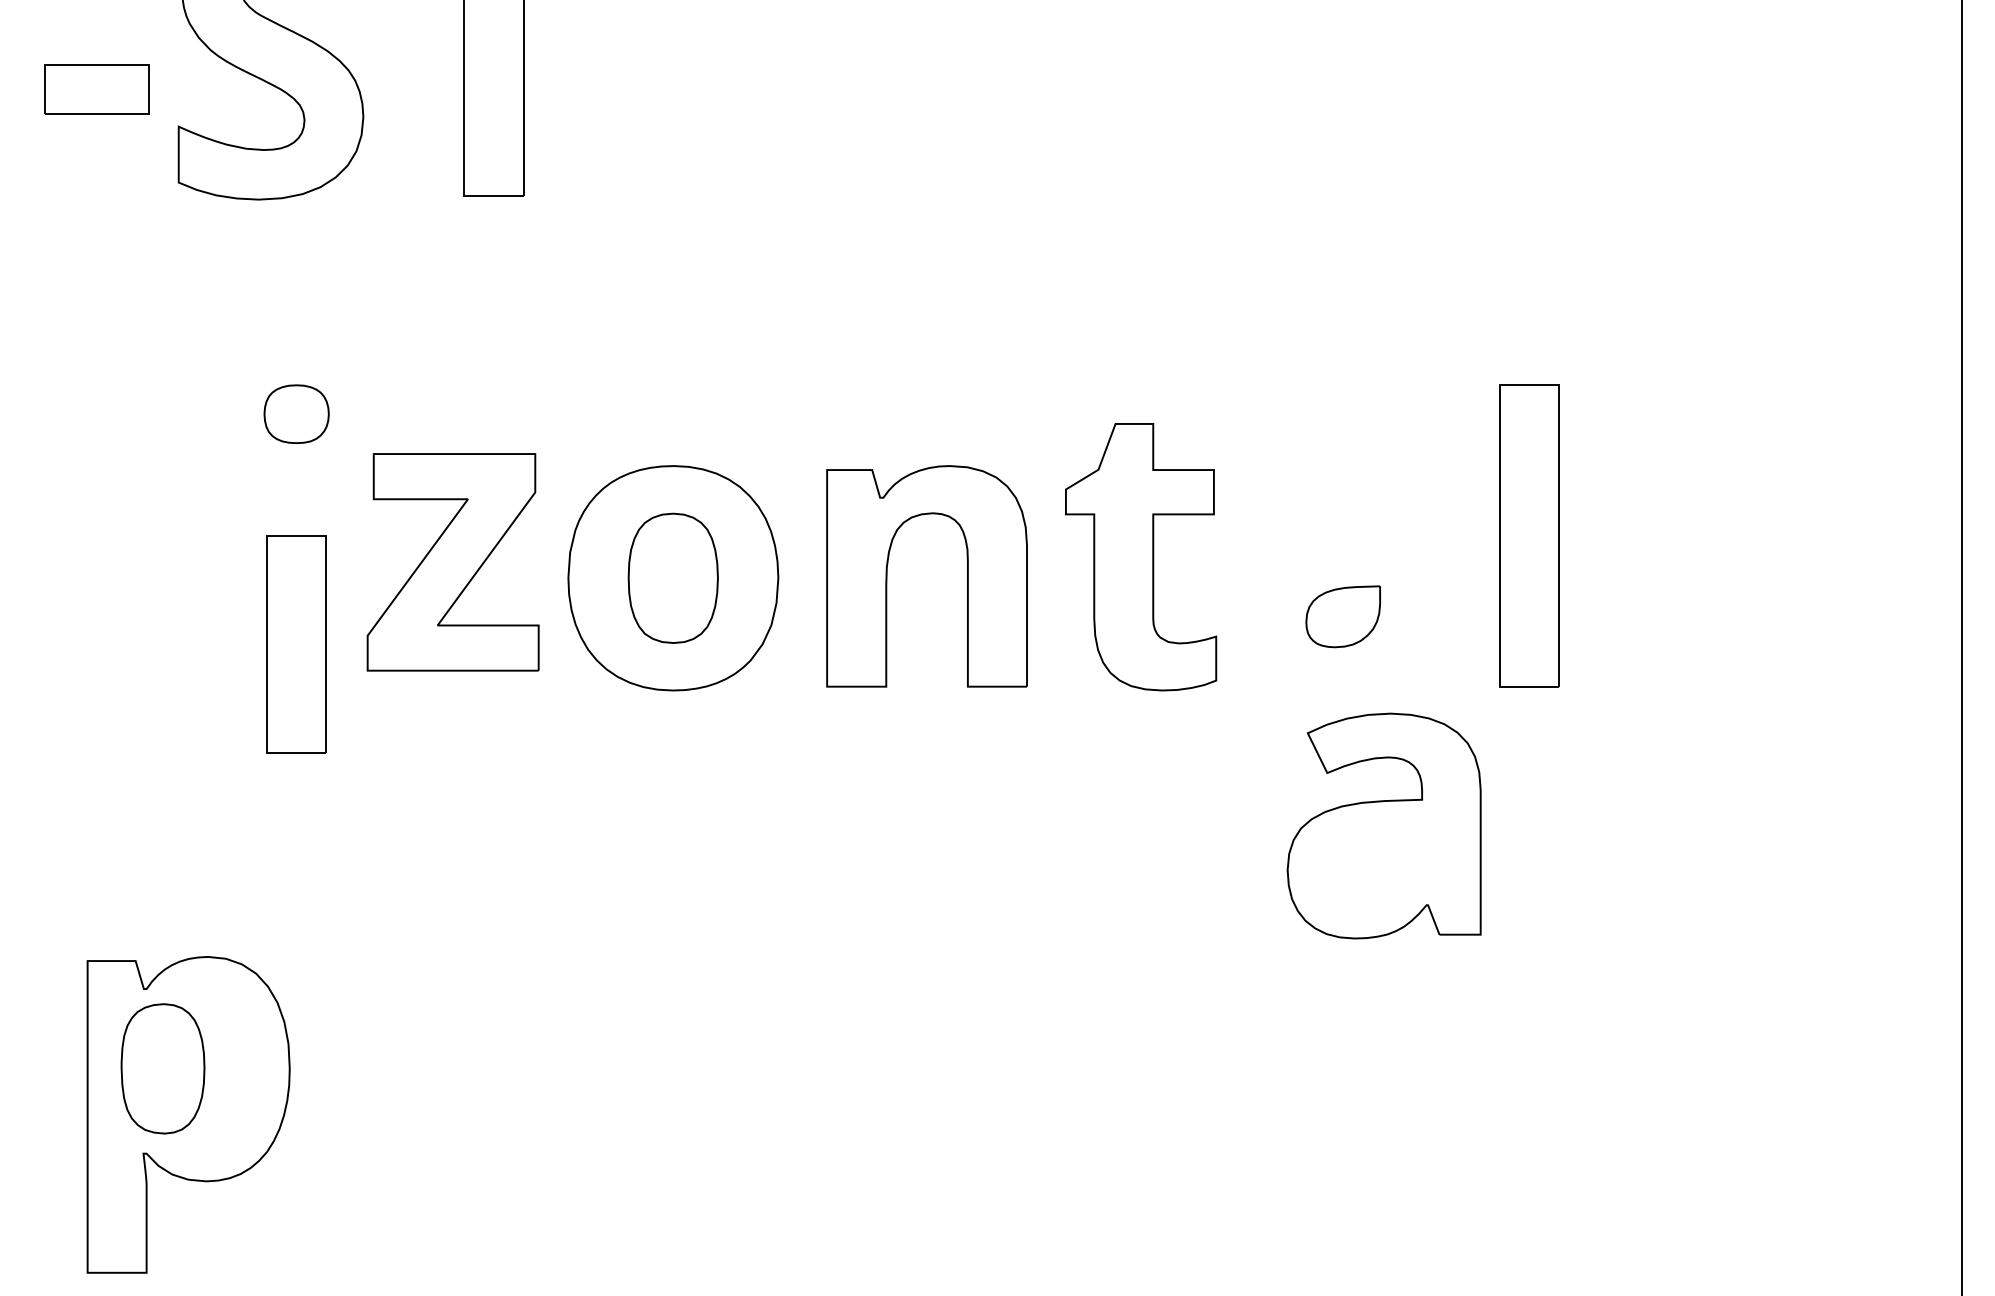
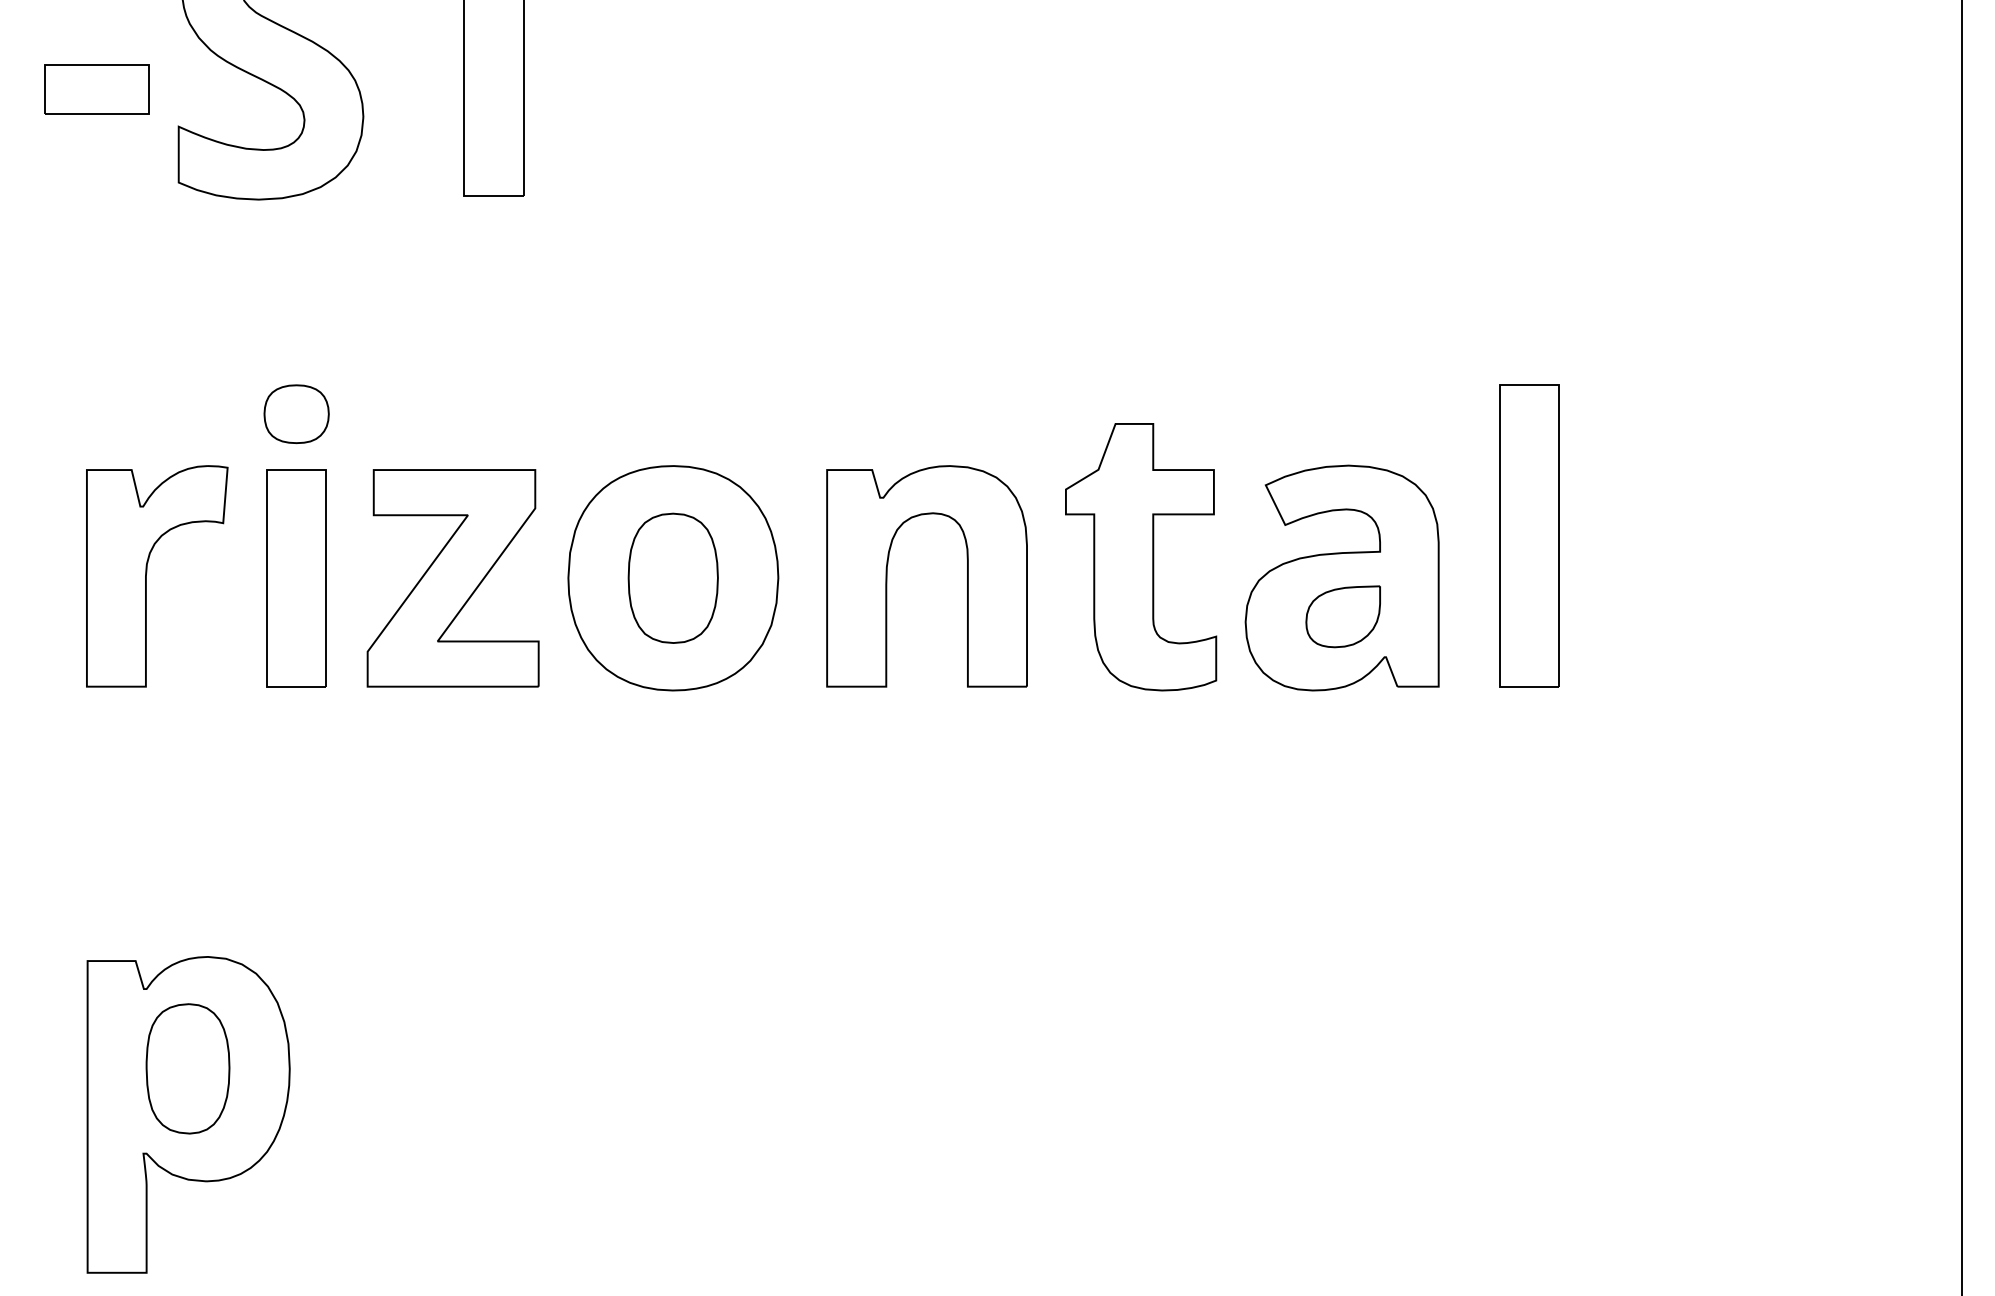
part at (452, 562) position: (452, 562) -> (452, 578)
part at (147, 572): none -> present
part at (296, 644) position: (296, 644) -> (296, 578)
part at (1383, 825) position: (1383, 825) -> (1341, 577)
part at (162, 1068) position: (162, 1068) -> (187, 1068)
